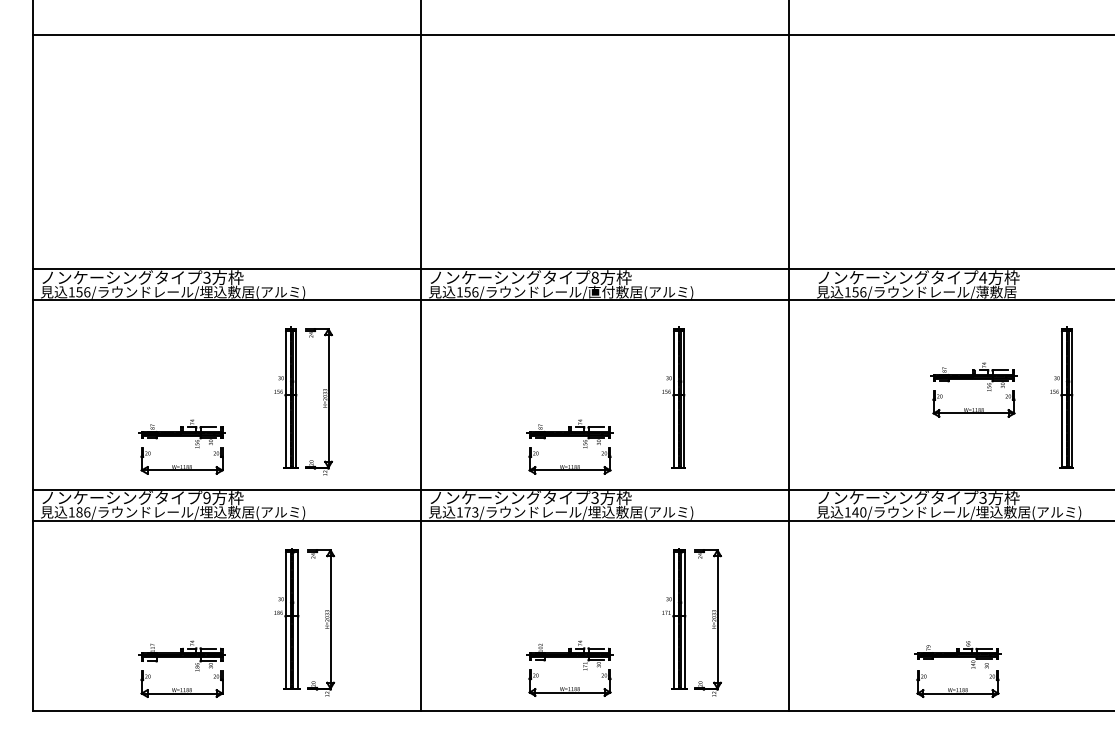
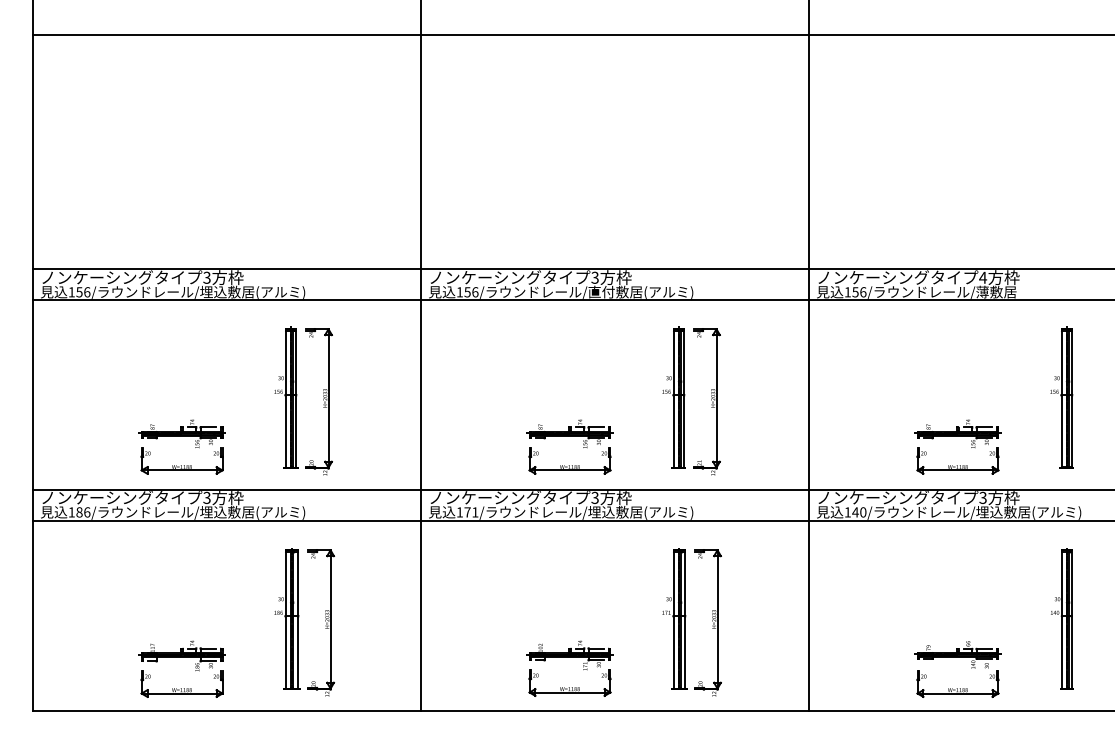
text at (594, 277): 8 -> 3
line at (789, 356) position: (789, 356) -> (809, 356)
part at (973, 379) position: (973, 379) -> (957, 436)
part at (706, 401): none -> present
text at (206, 497): 9 -> 3
text at (475, 512): 173/ -> 171/
part at (1062, 618): none -> present
